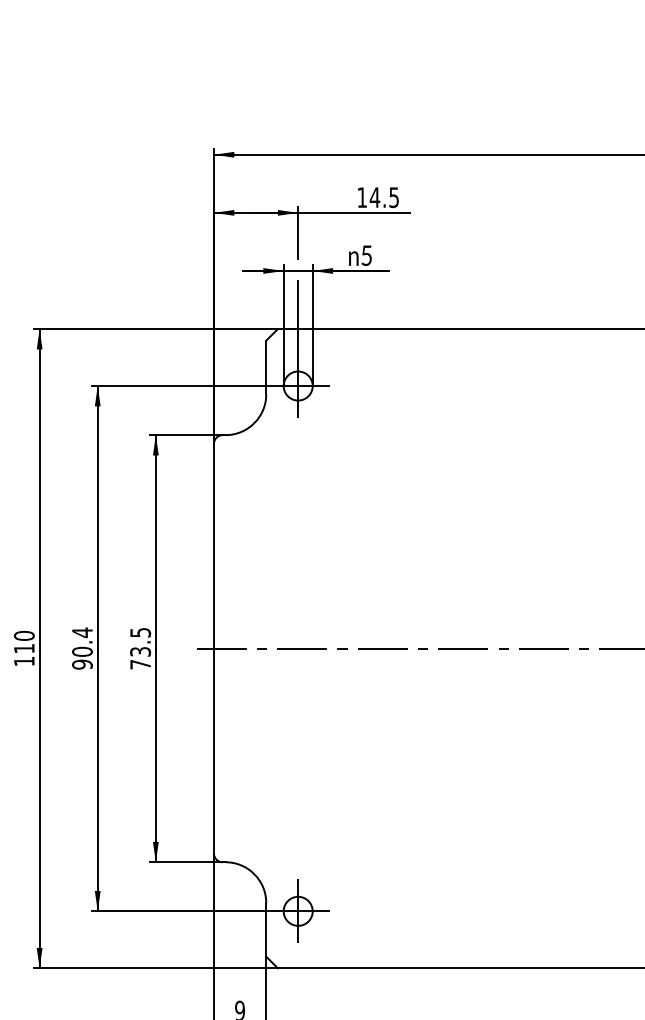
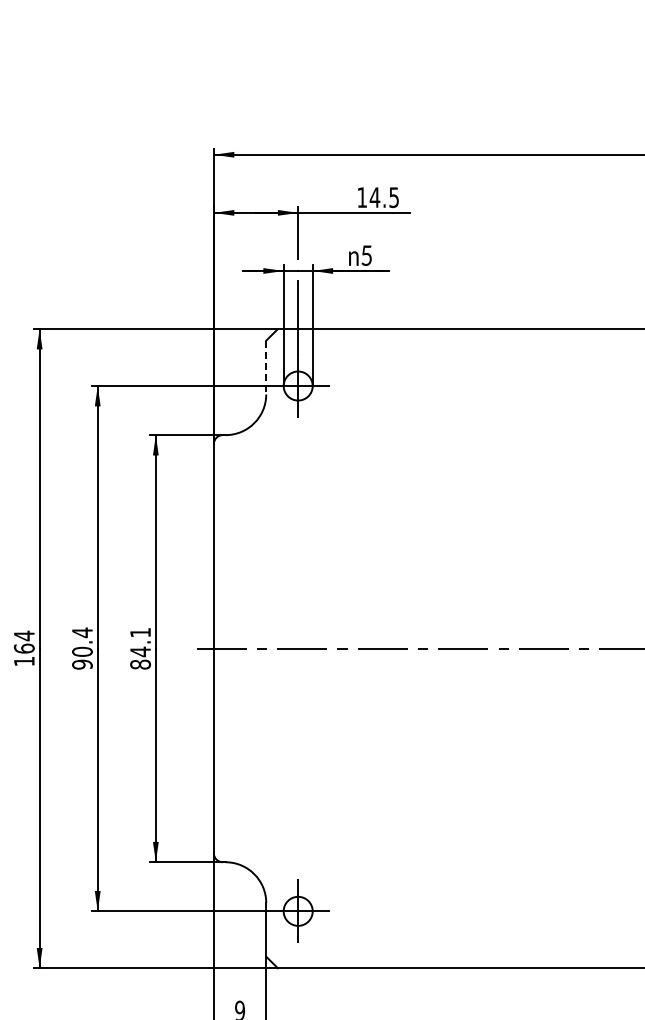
line at (266, 367): solid -> dashed
text at (23, 641): 110 -> 164
text at (140, 648): 73.5 -> 84.1
